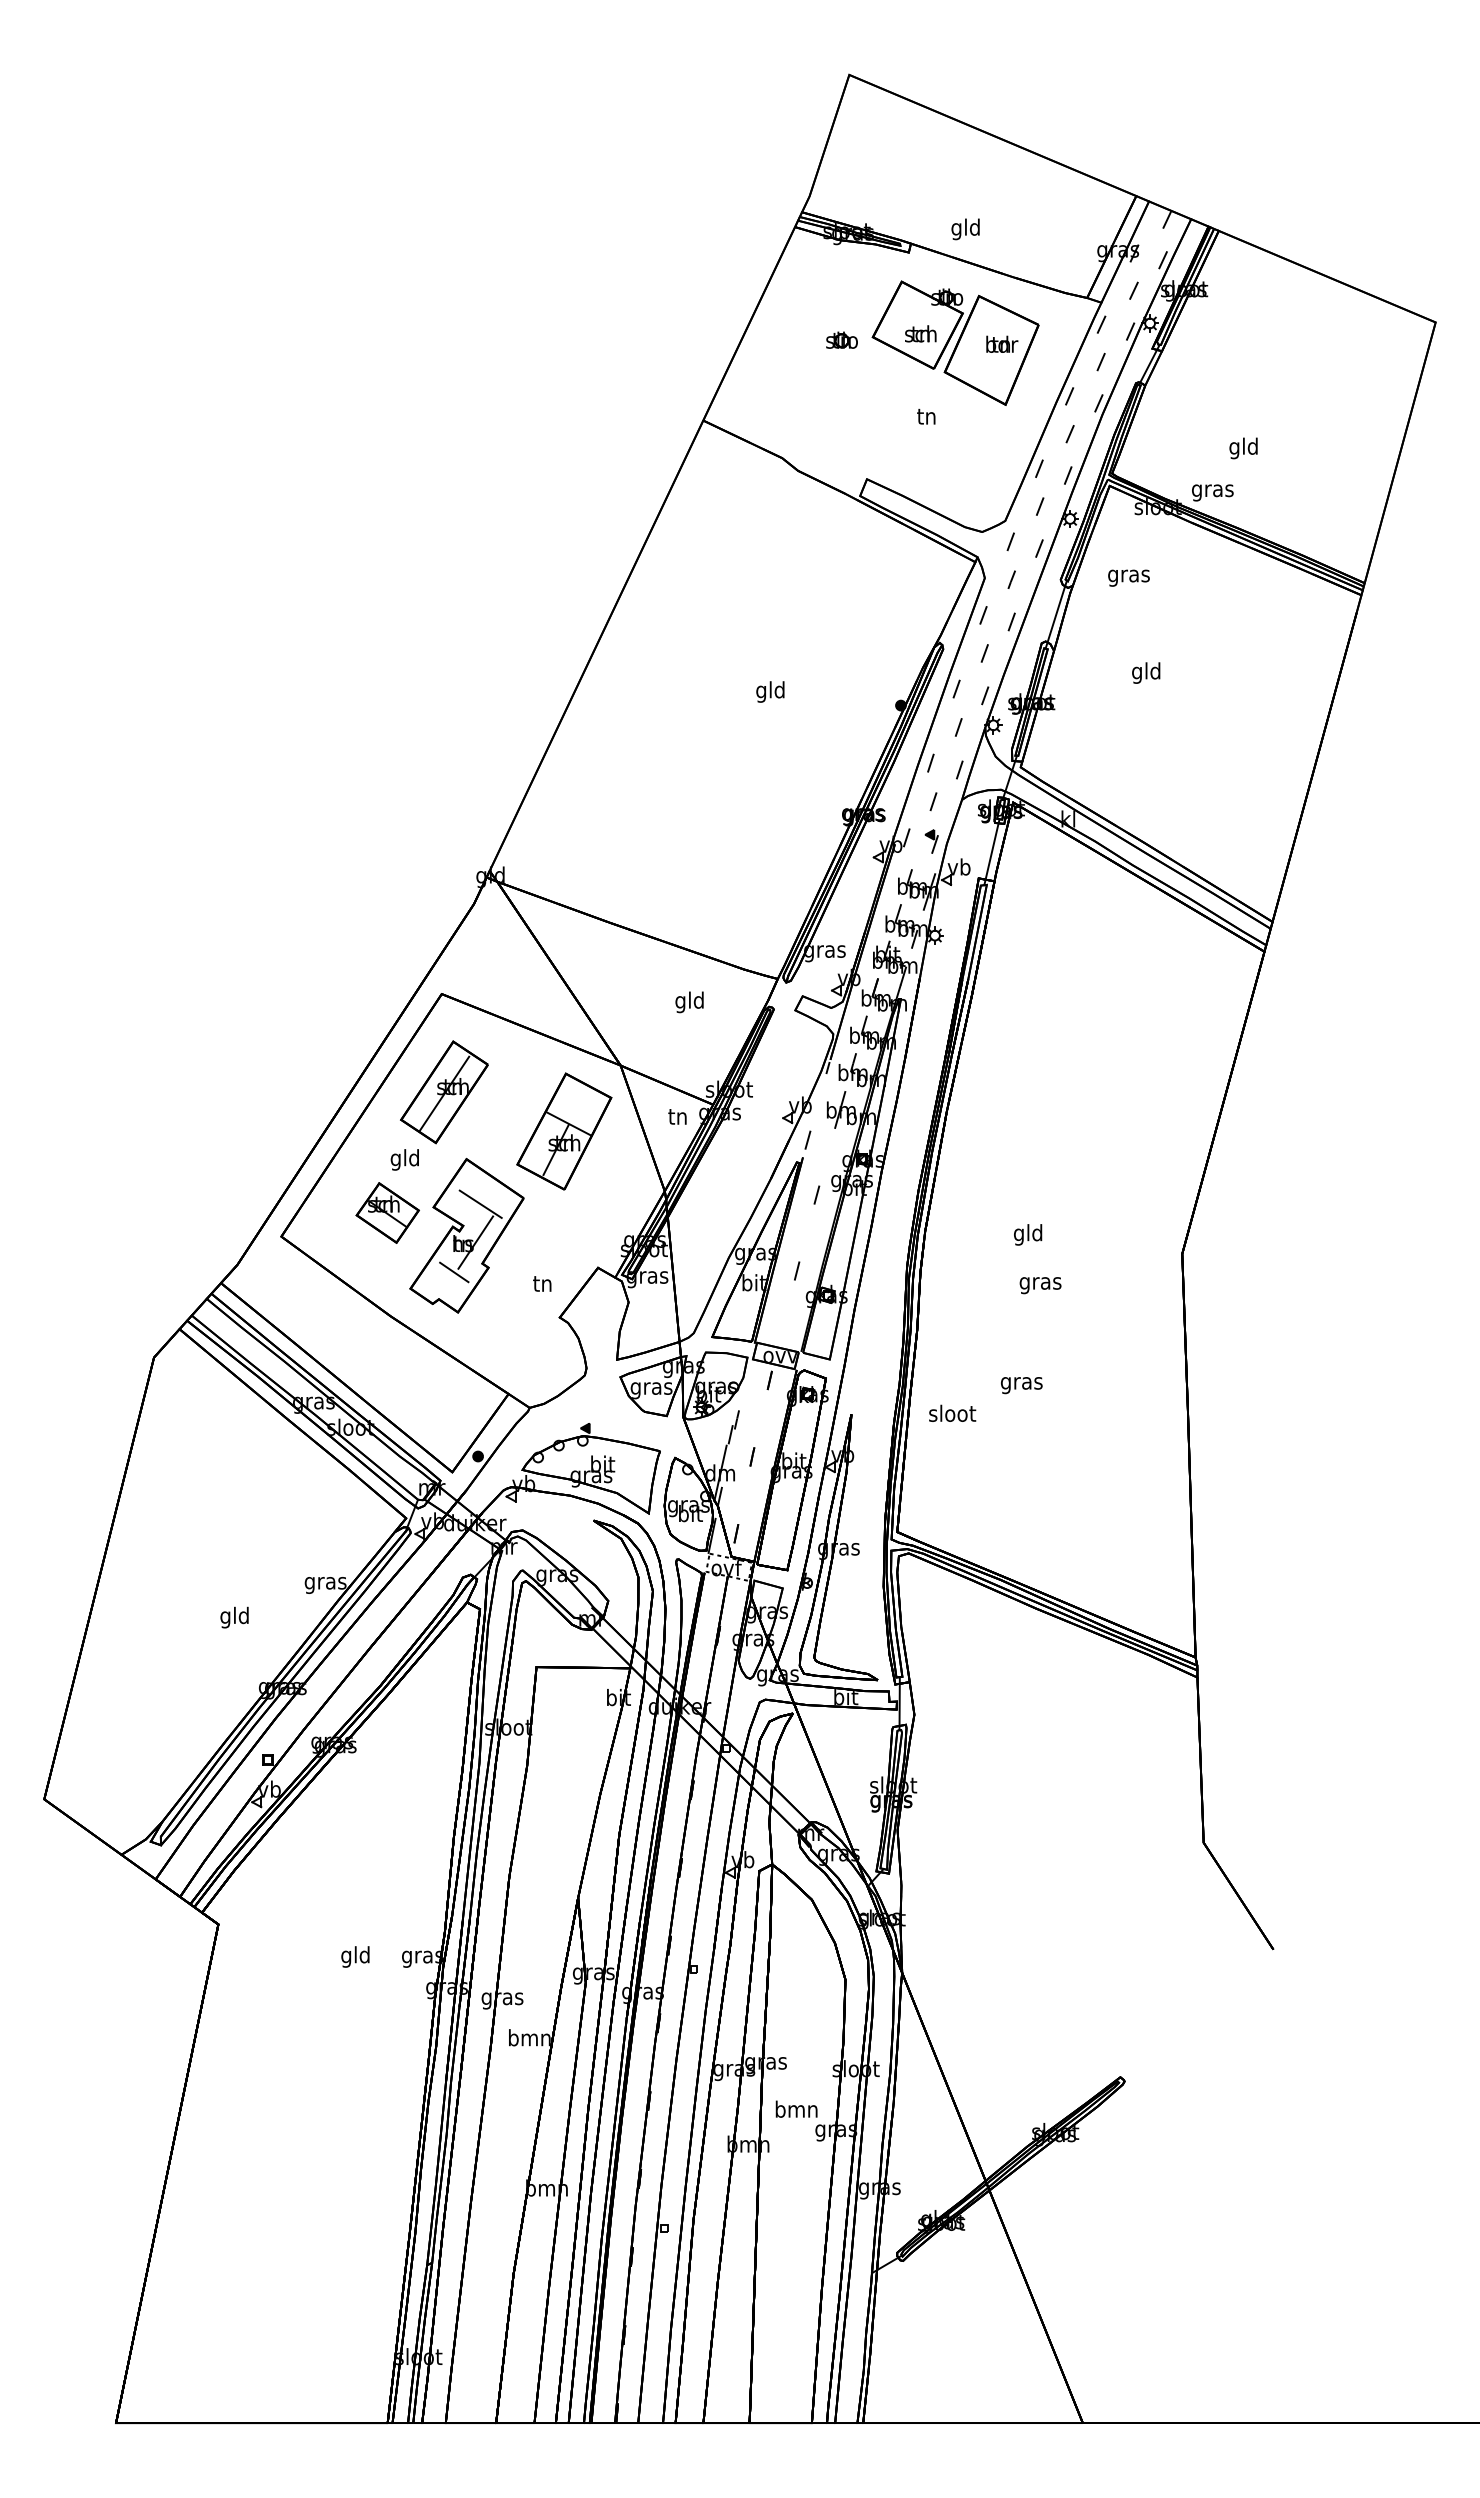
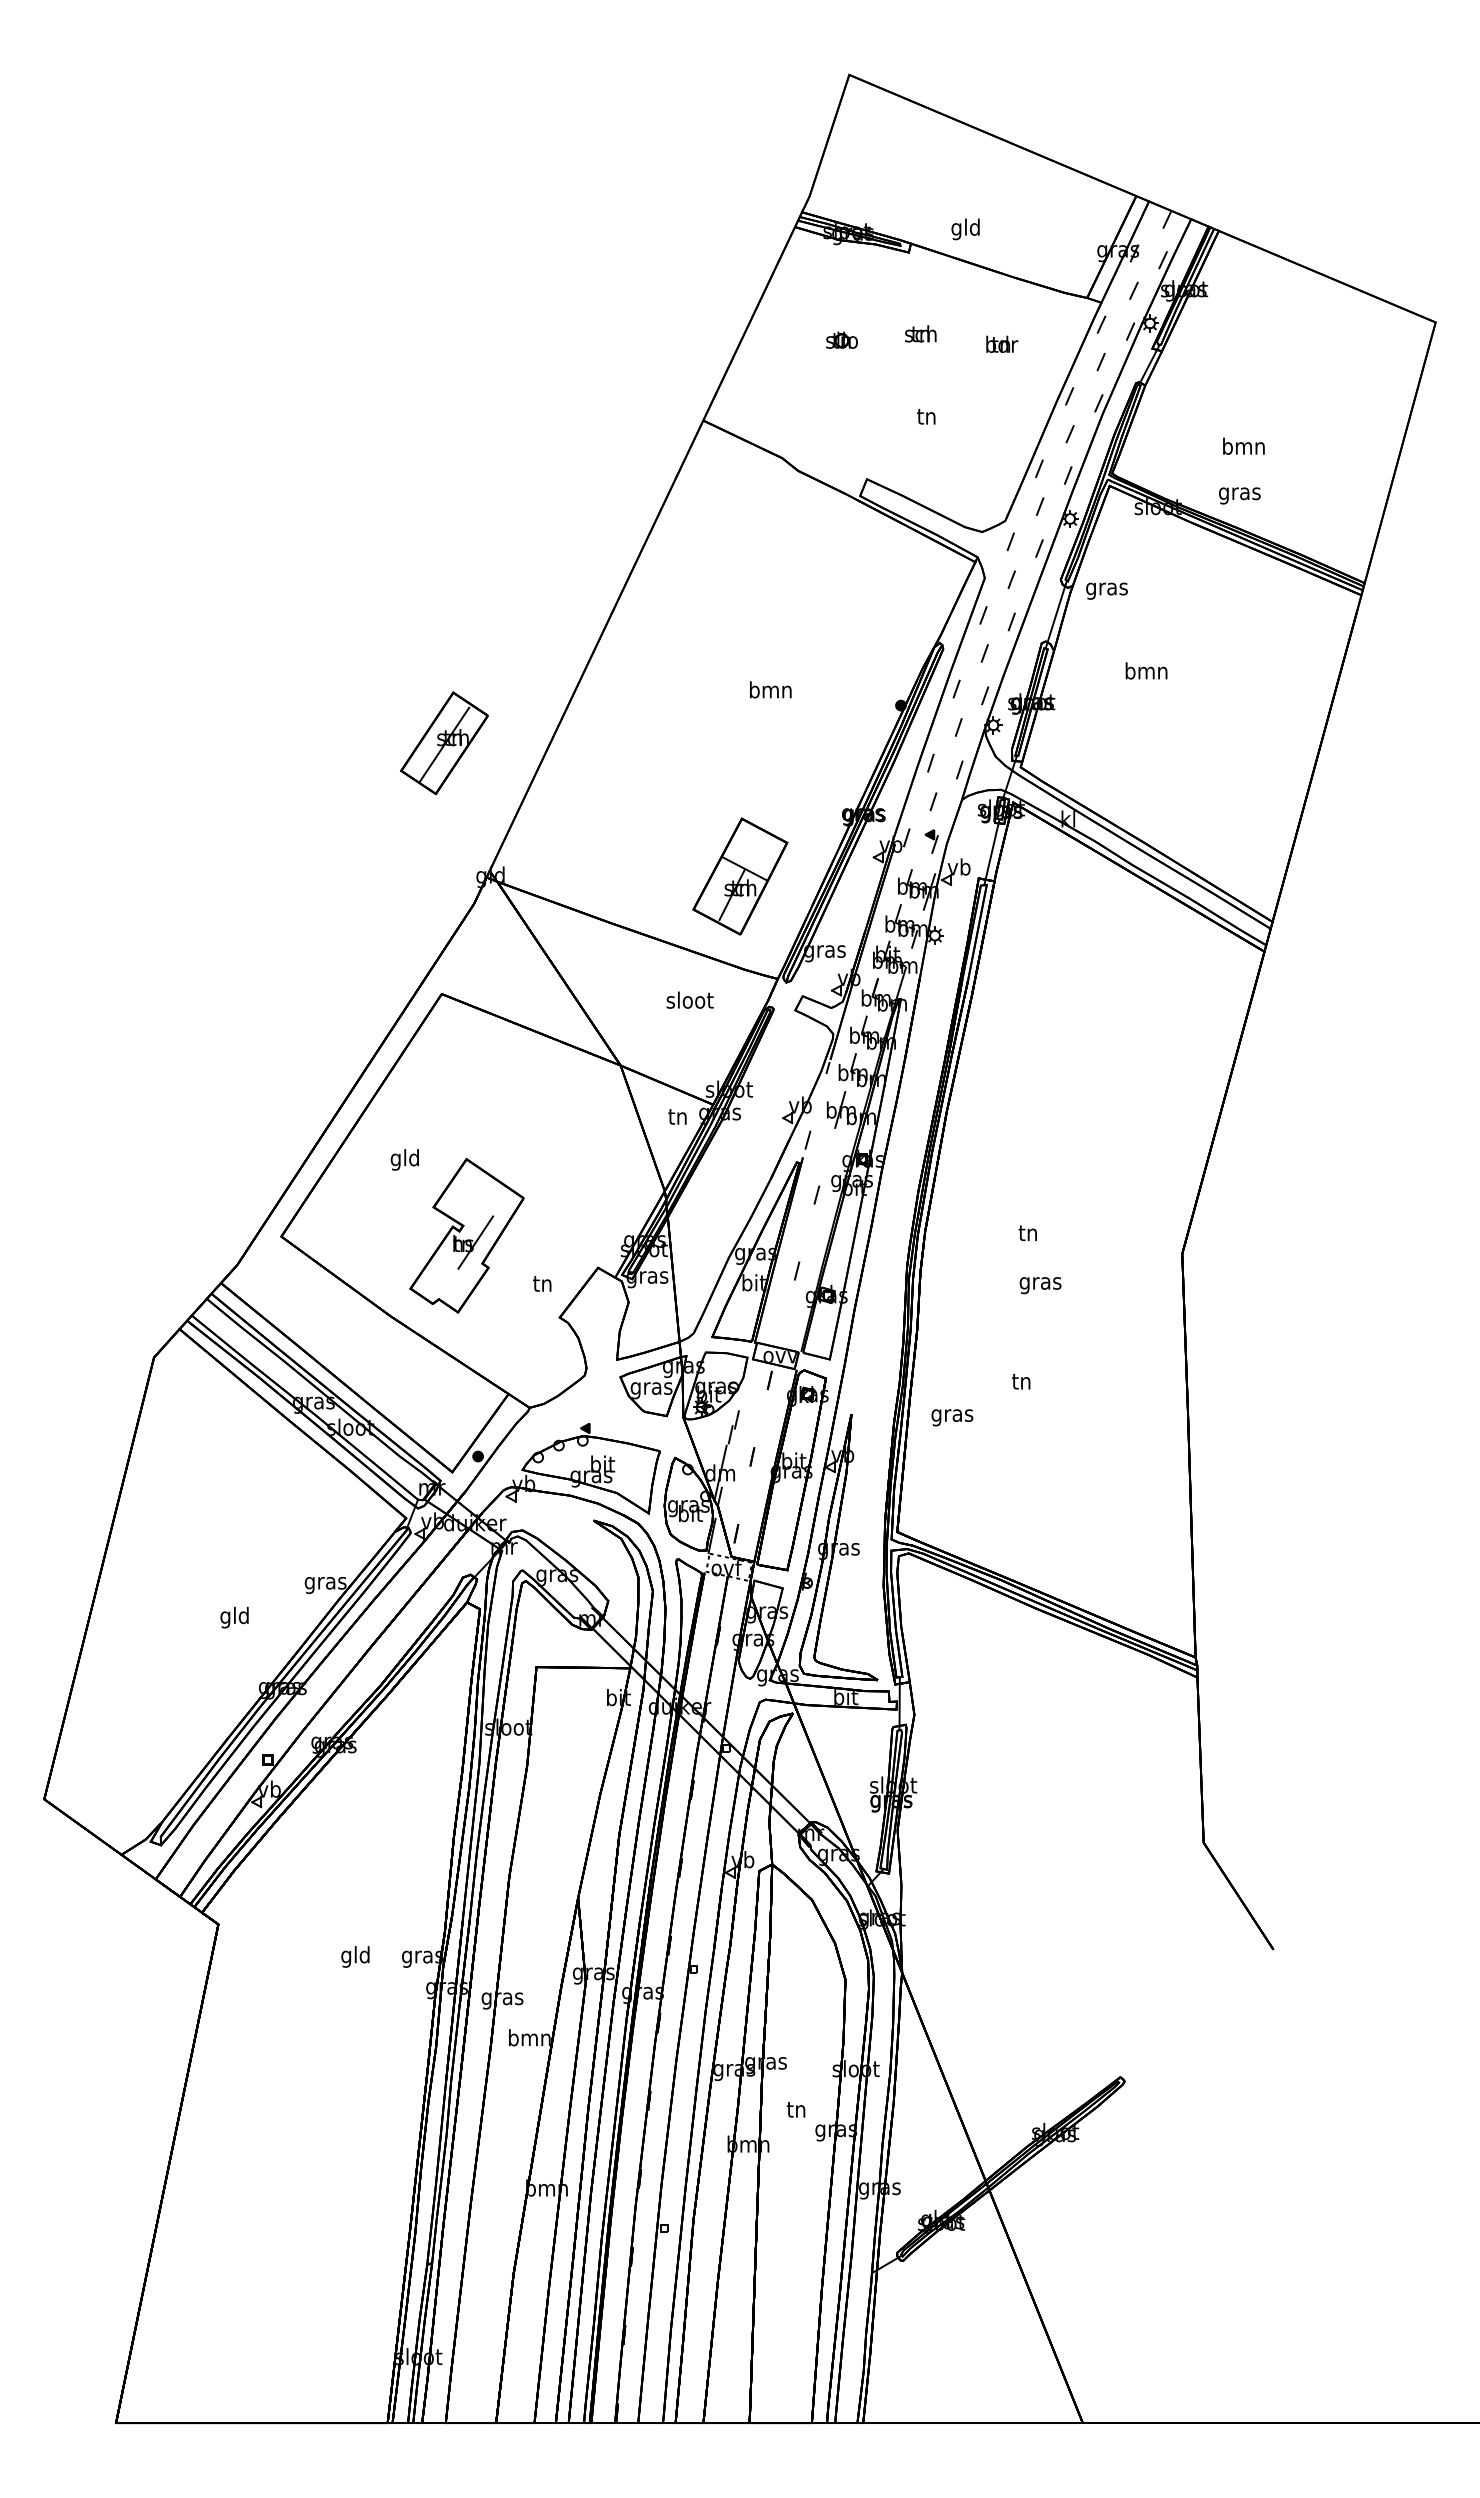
part at (955, 342): present -> none
text at (1243, 448): gld -> bmn
text at (1212, 492) position: (1212, 492) -> (1239, 495)
text at (1128, 577) position: (1128, 577) -> (1106, 590)
text at (1146, 672): gld -> bmn
text at (770, 691): gld -> bmn
text at (689, 1002): gld -> sloot
part at (444, 1092) position: (444, 1092) -> (444, 743)
part at (564, 1131) position: (564, 1131) -> (740, 876)
line at (480, 1203): present -> none
part at (387, 1212): present -> none
text at (1028, 1234): gld -> tn
line at (454, 1272): present -> none
text at (1021, 1383): gras -> tn
text at (952, 1415): sloot -> gras
text at (796, 2108): bmn -> tn
